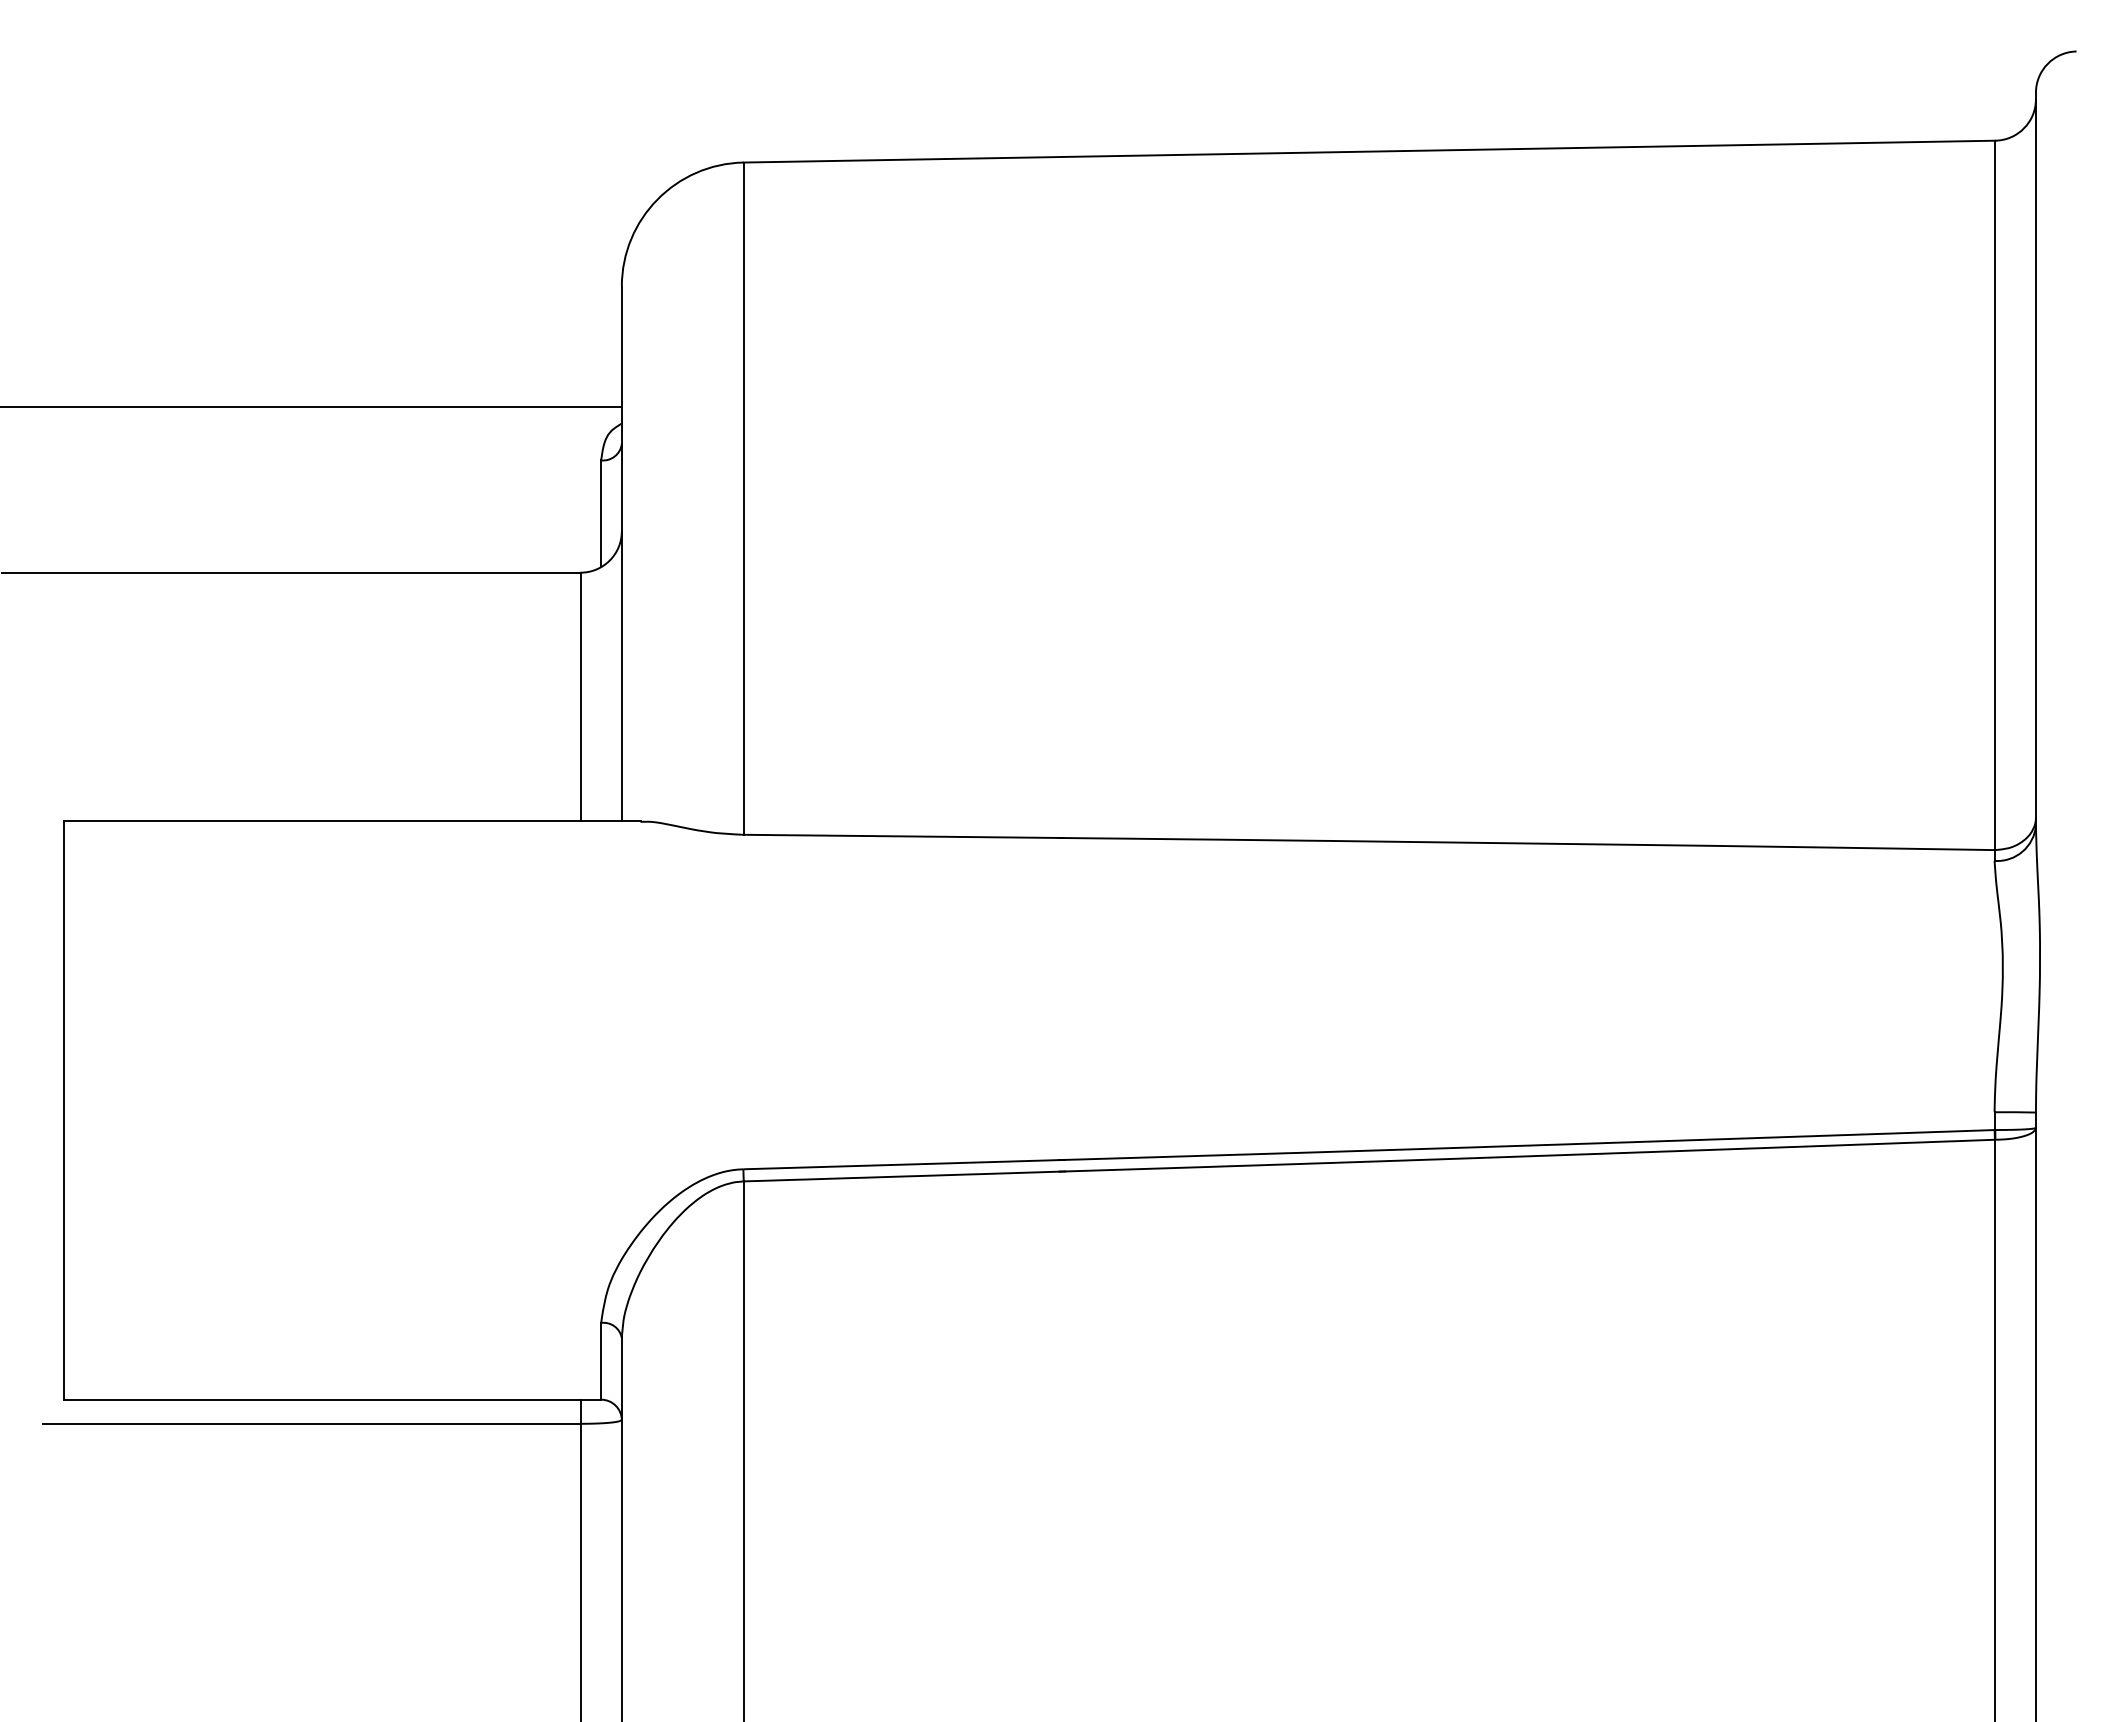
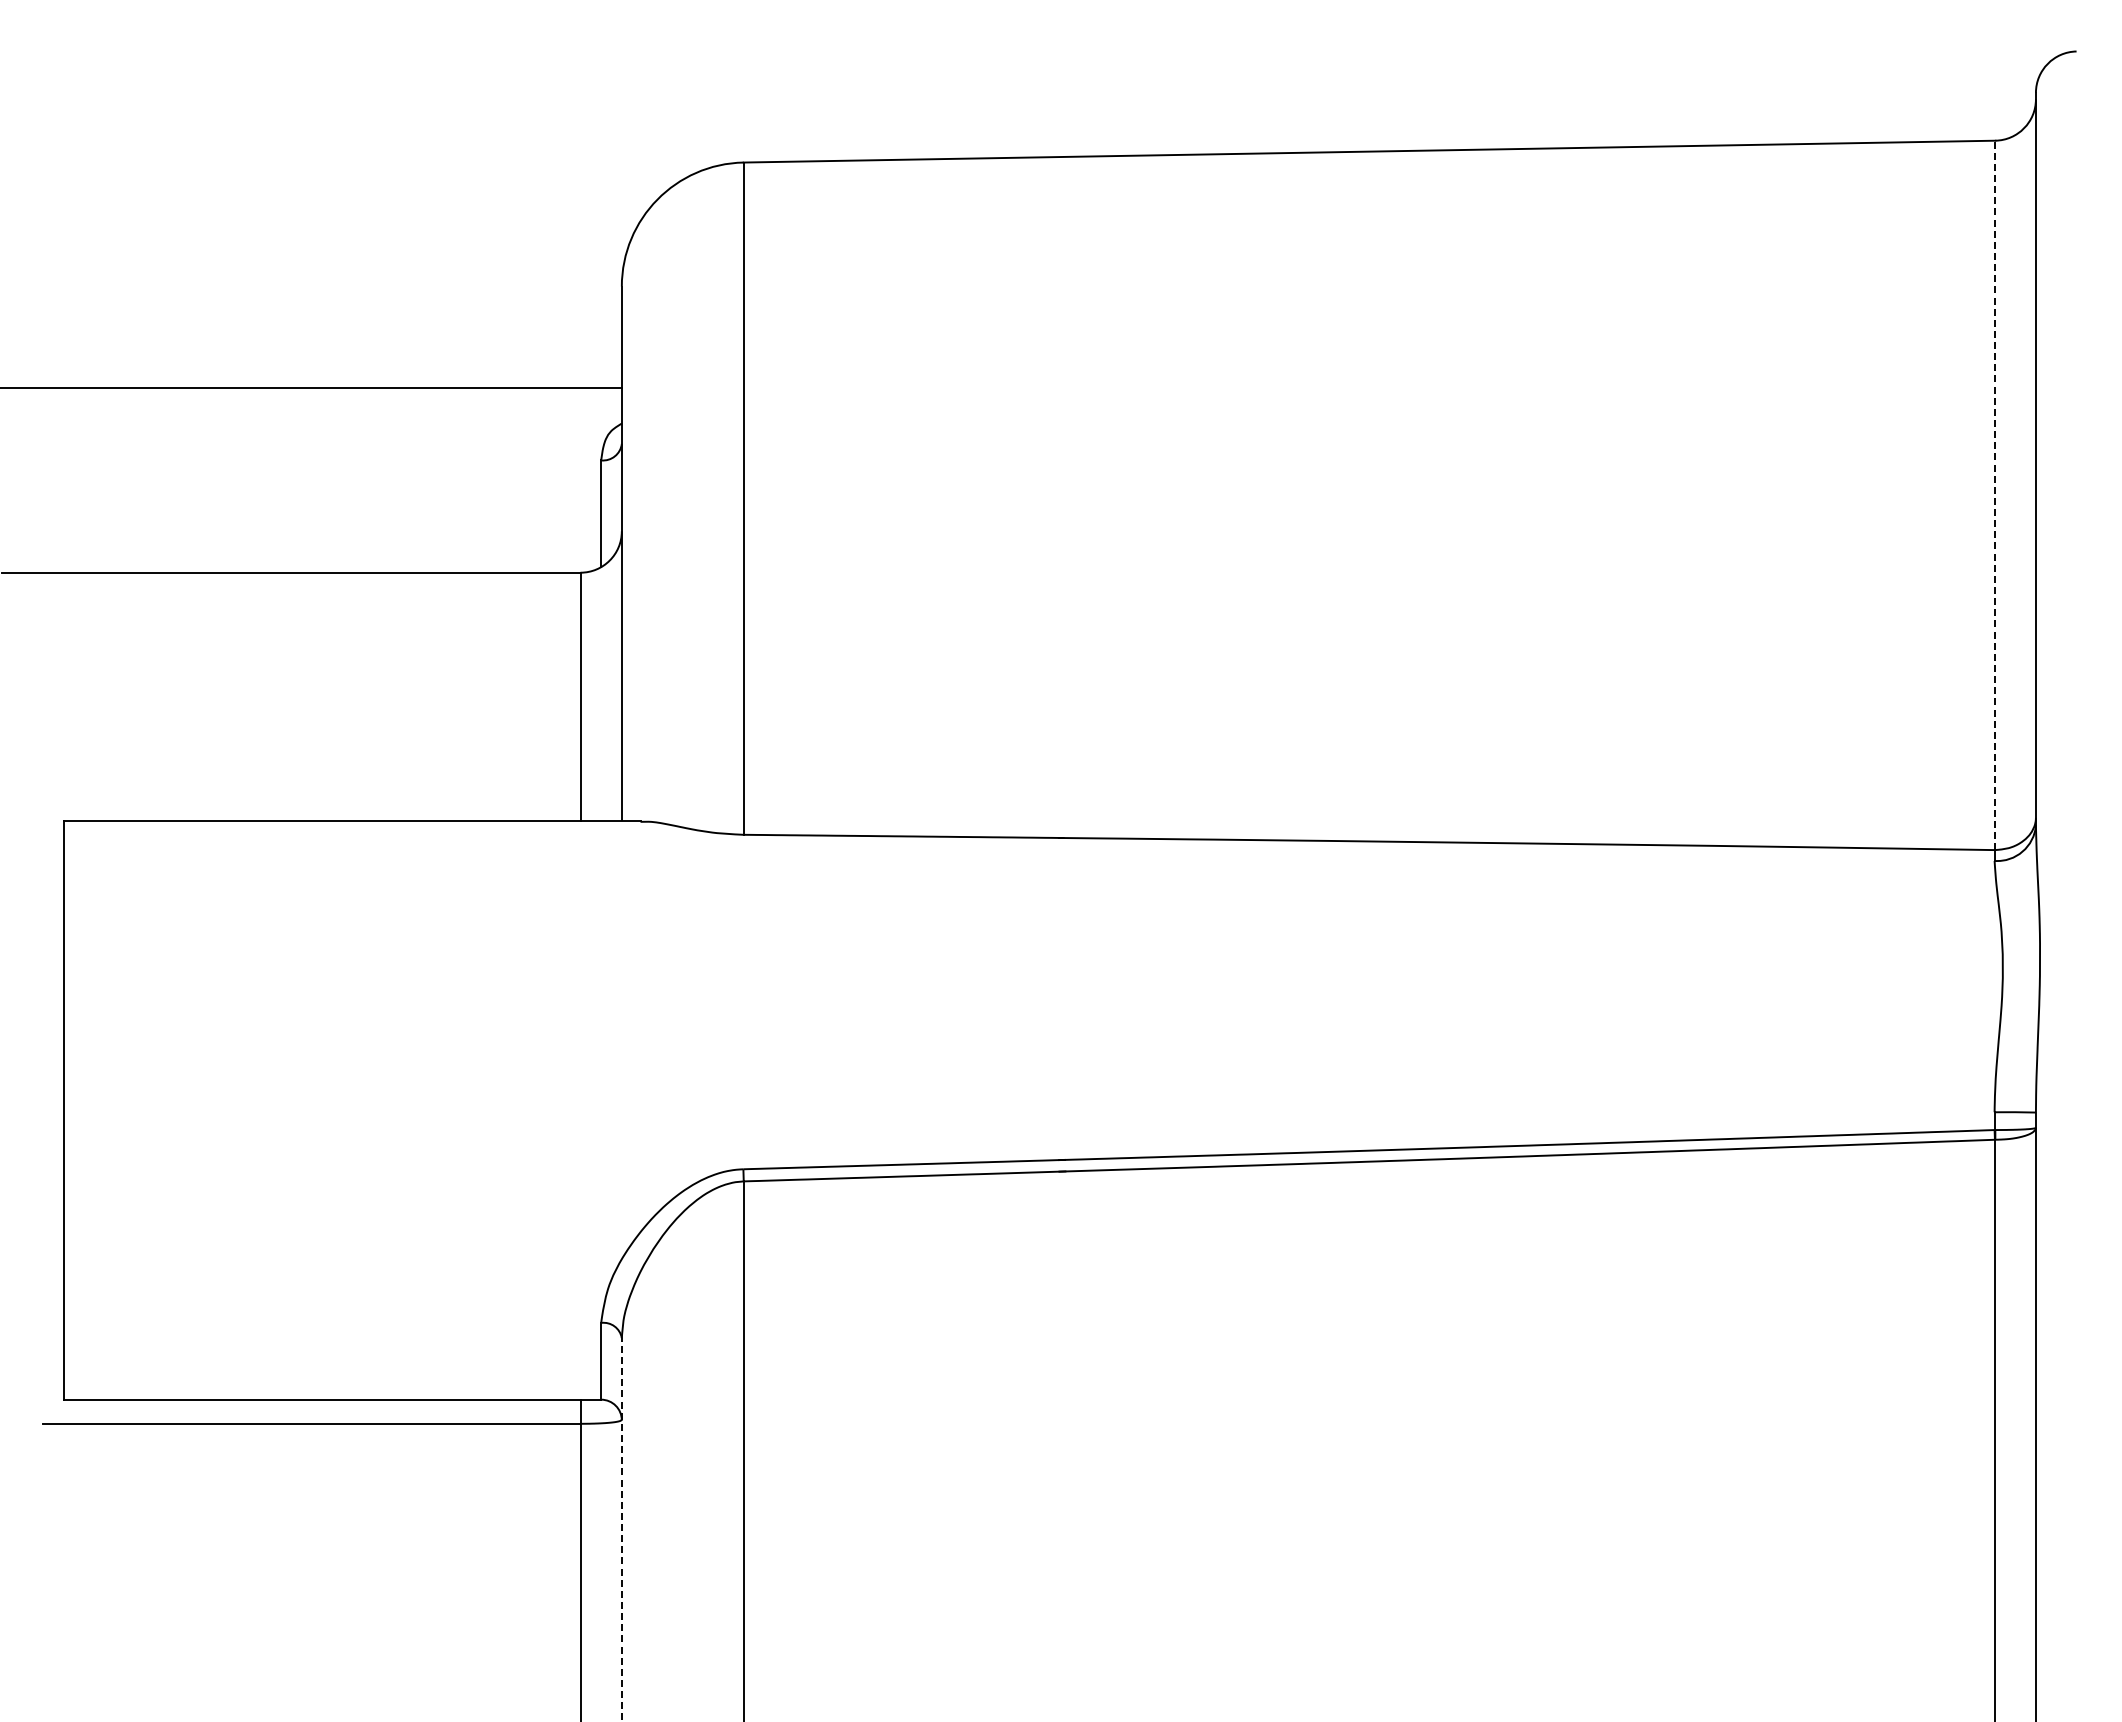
line at (311, 407) position: (311, 407) -> (311, 388)
line at (1995, 495): solid -> dashed
line at (621, 1529): solid -> dashed
